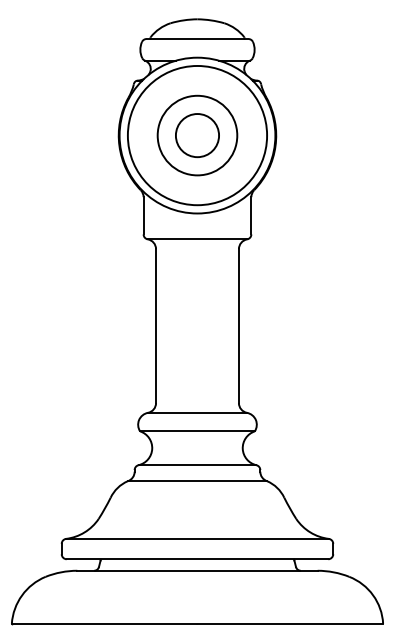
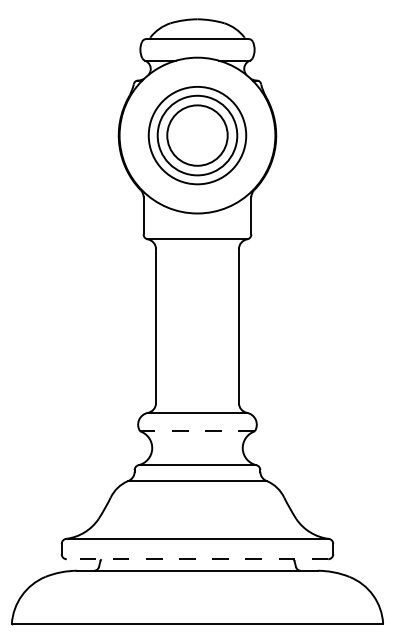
circle at (197, 135) diameter: 139 px -> 97 px
circle at (197, 135) diameter: 43 px -> 60 px
line at (196, 431): solid -> dashed
line at (197, 559): solid -> dashed
